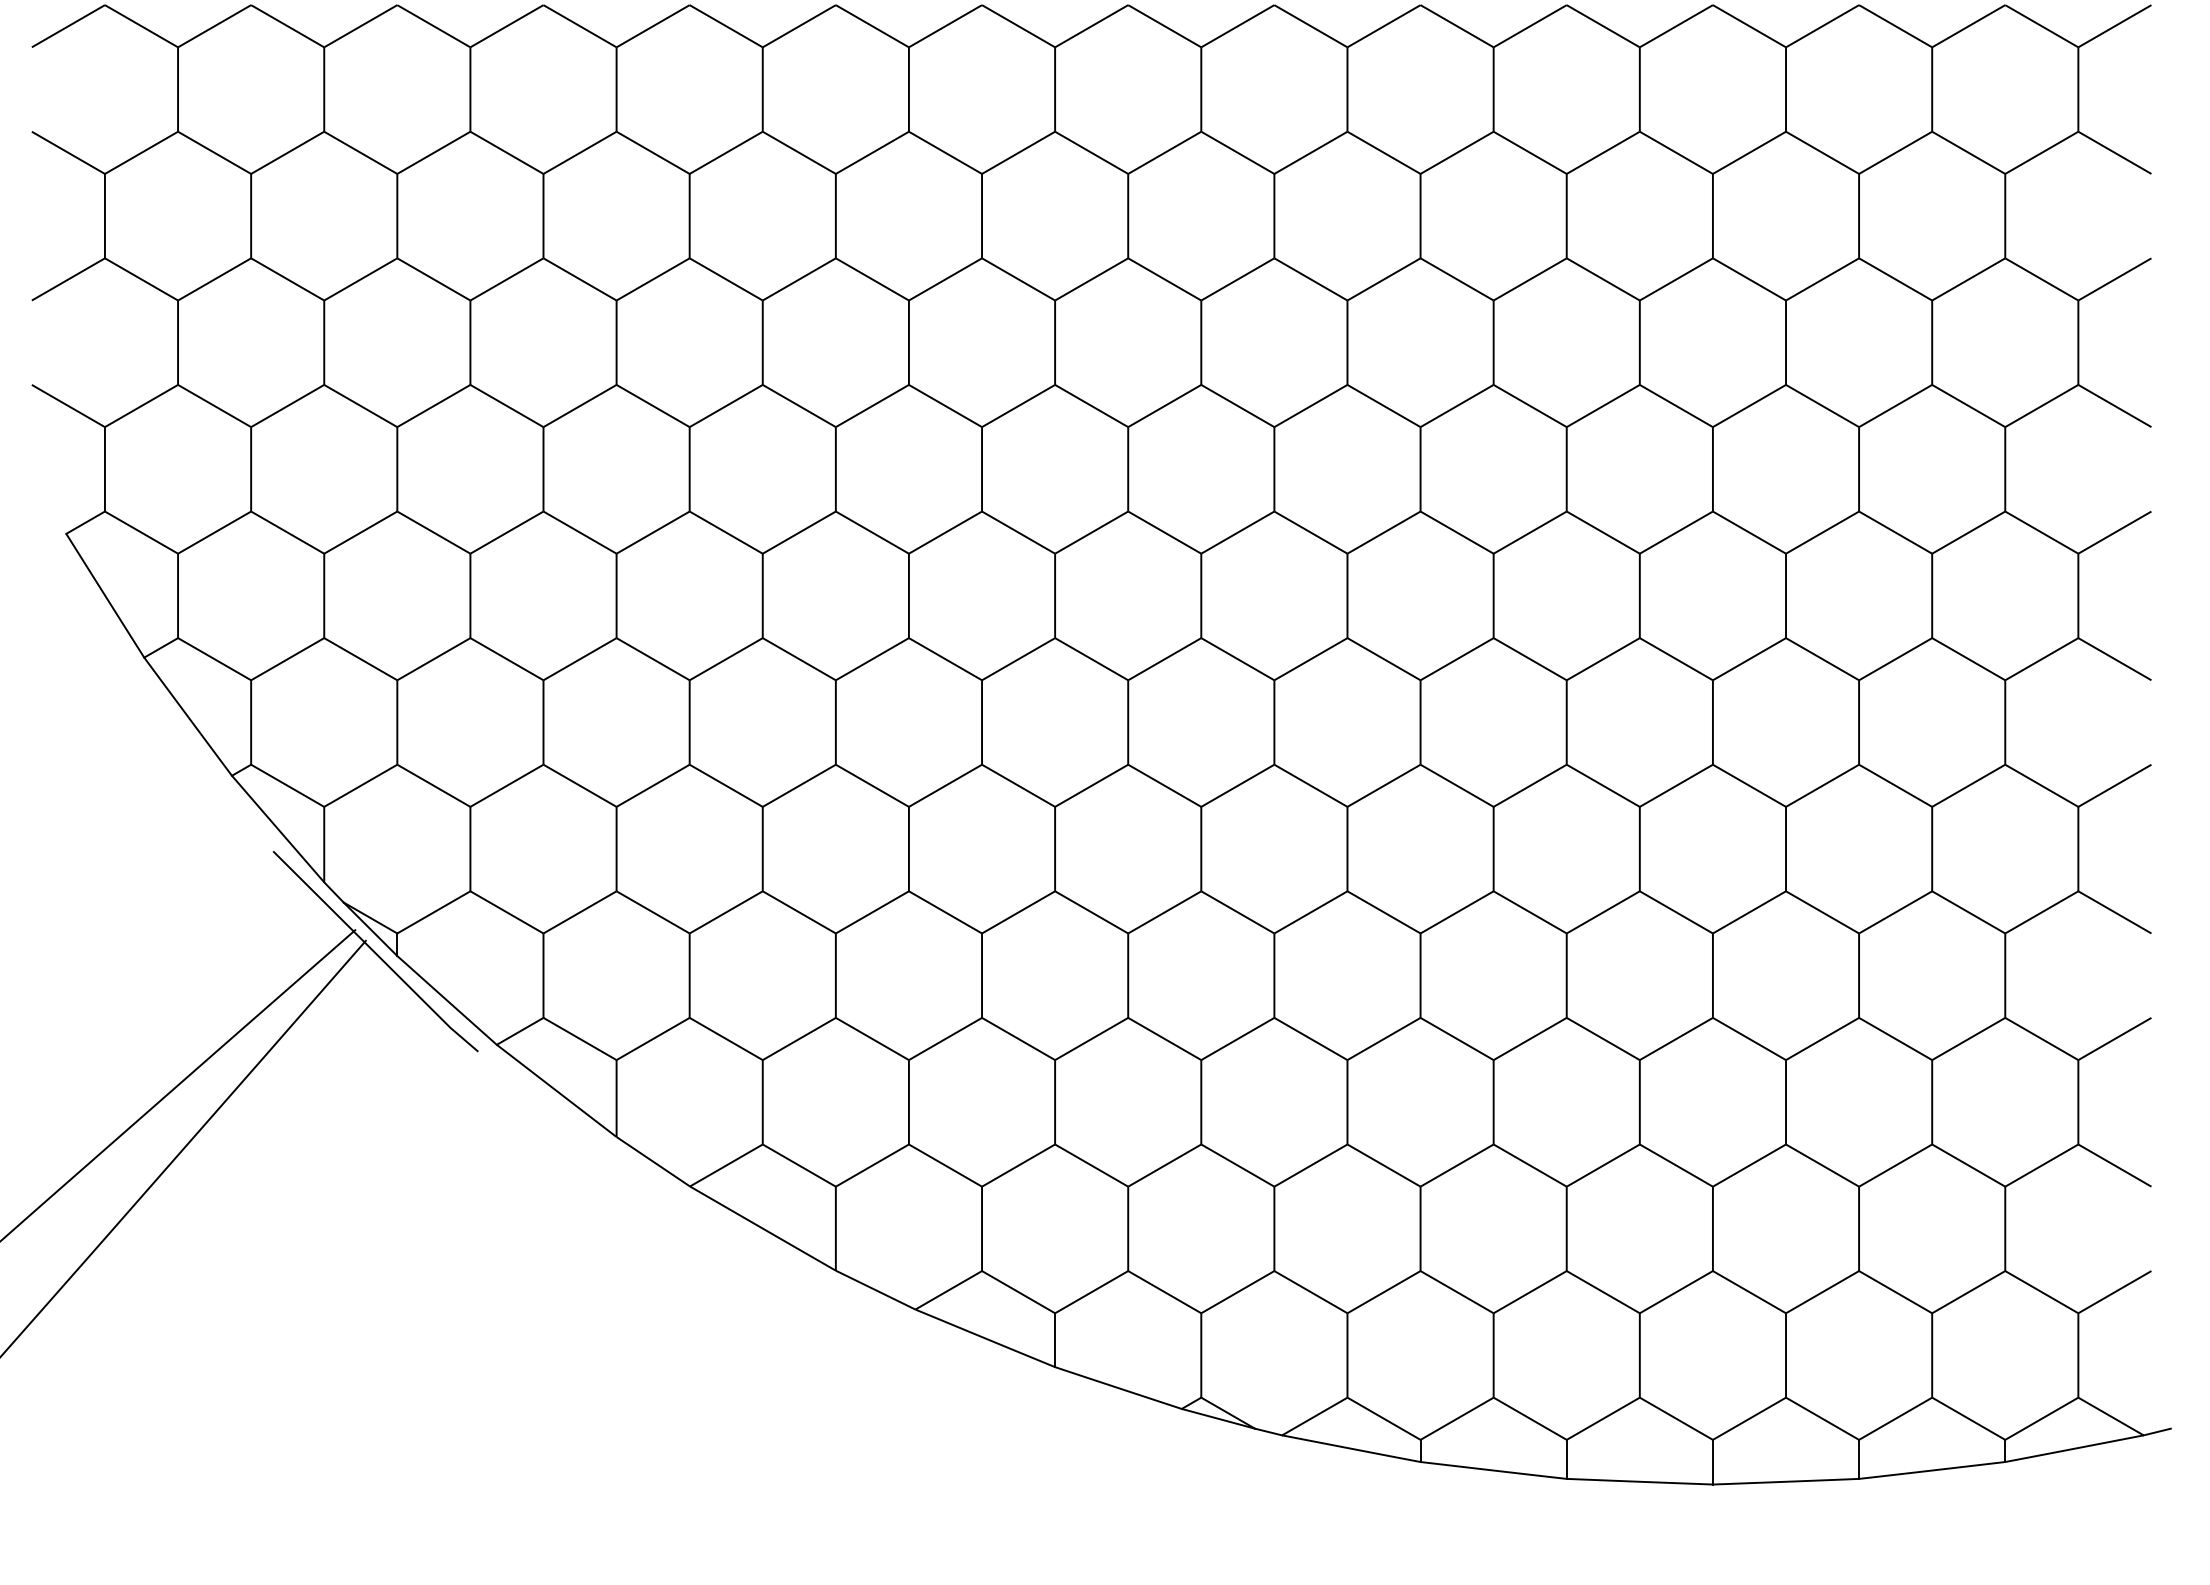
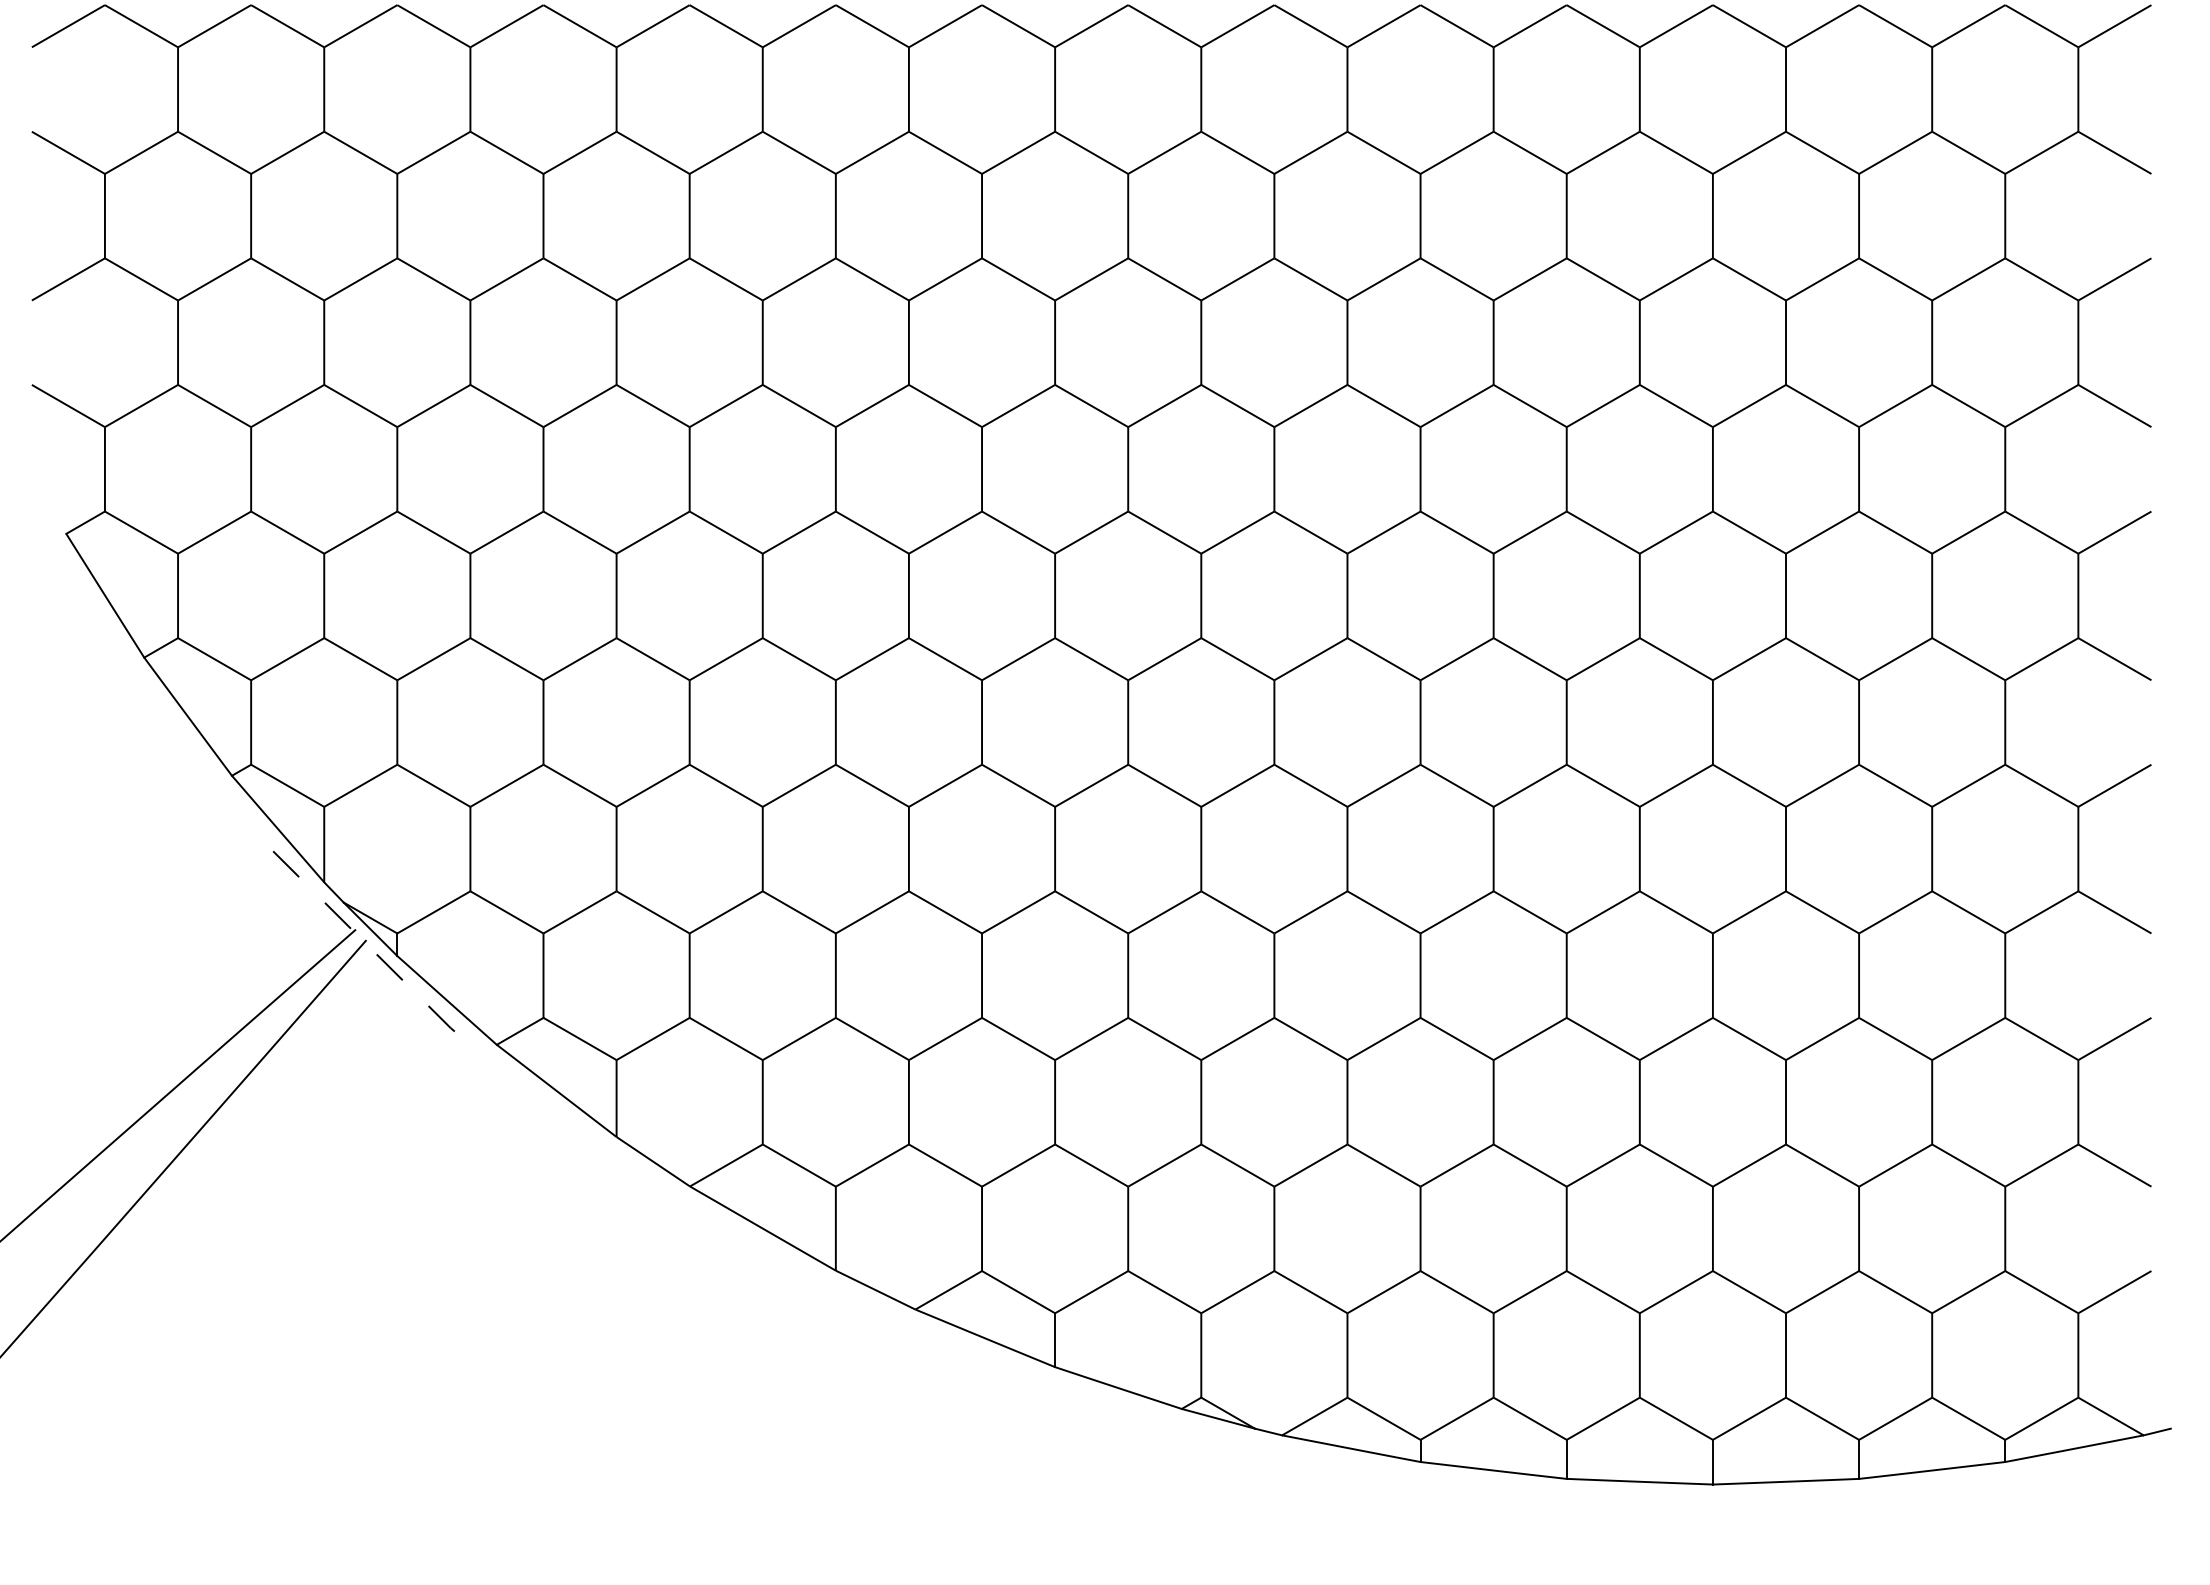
line at (375, 953): solid -> dashed
